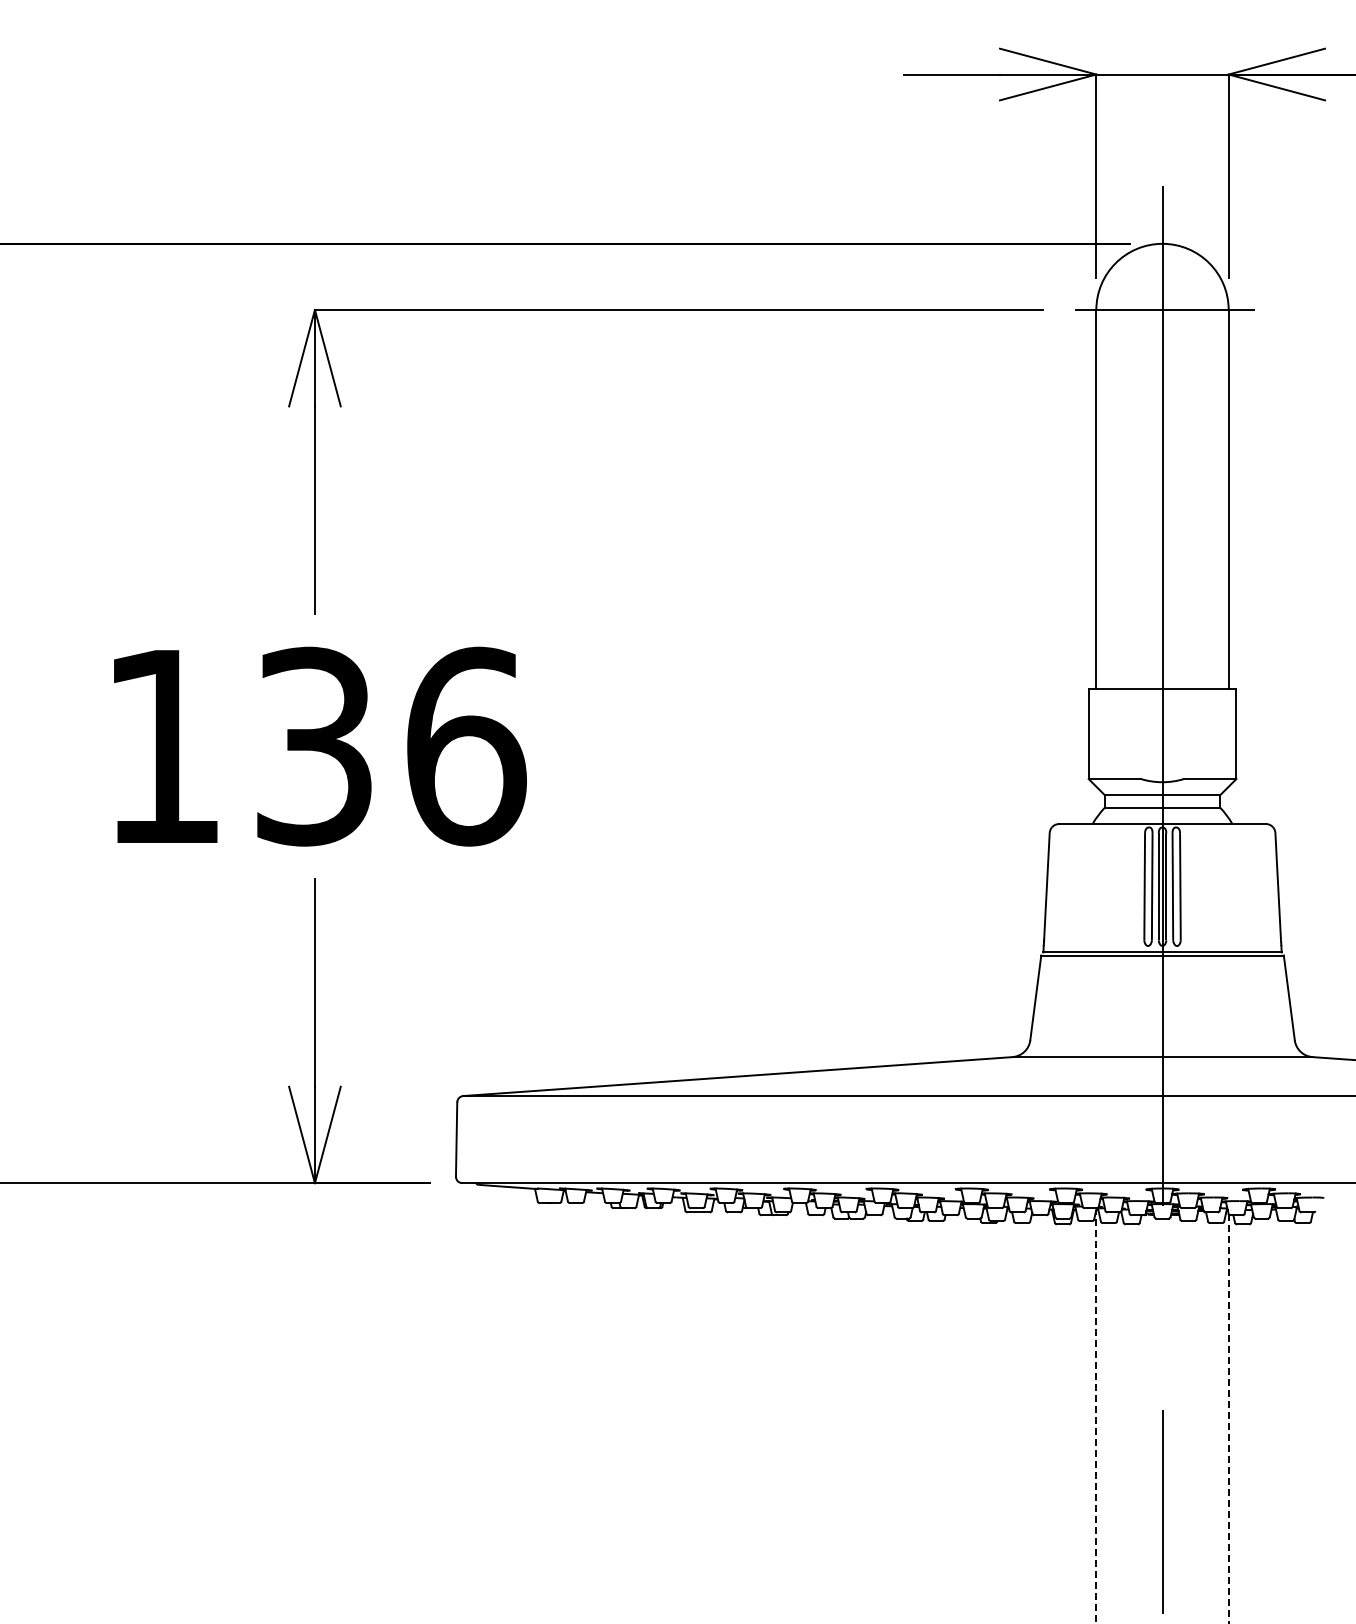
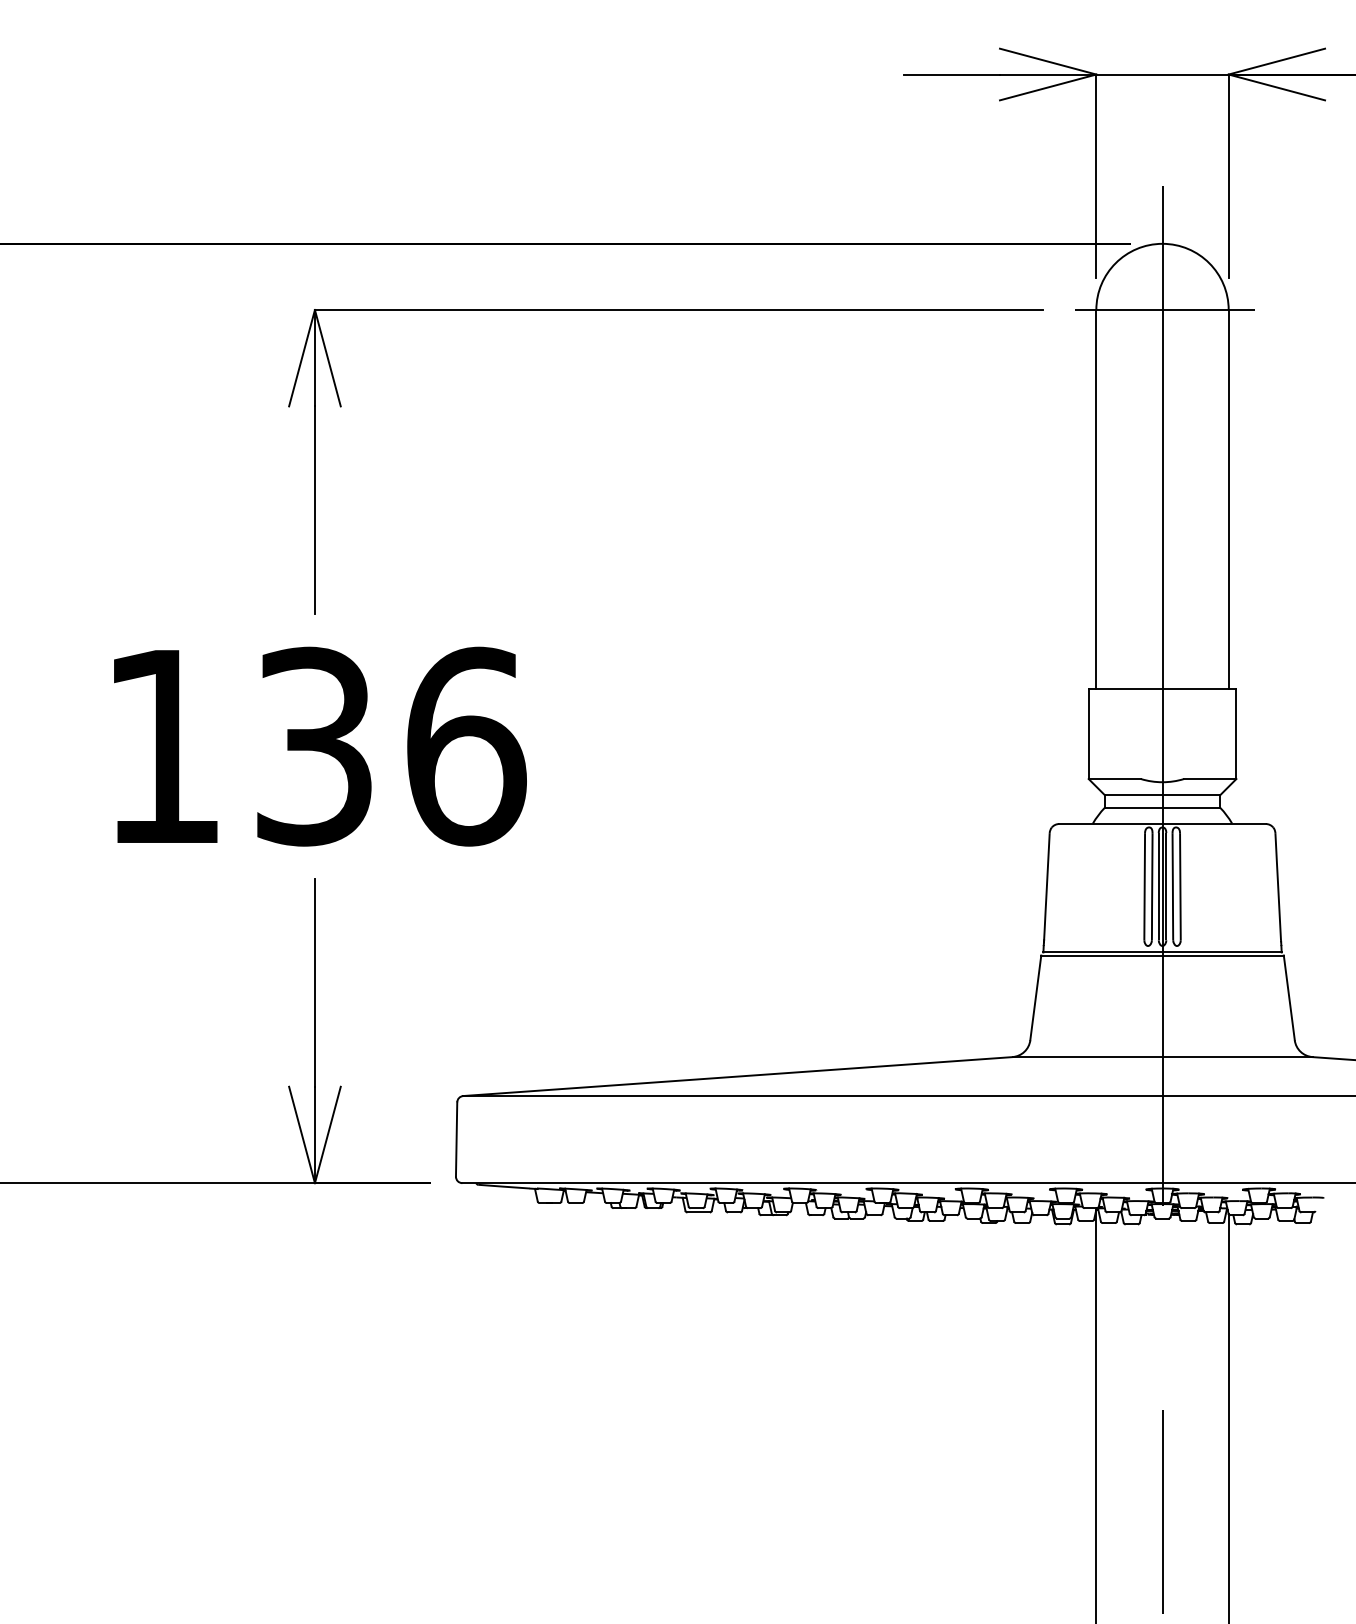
line at (1096, 1416): dashed -> solid
line at (1228, 1419): dashed -> solid
